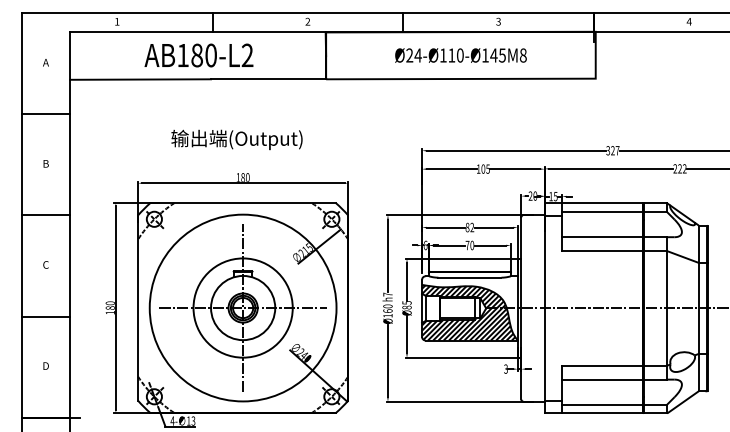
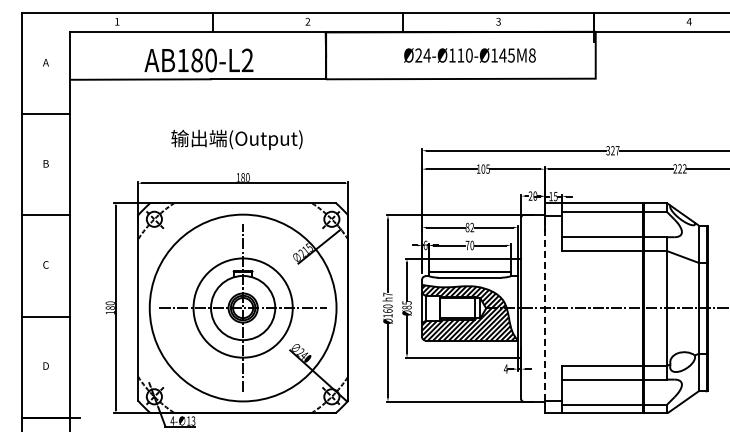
text at (198, 55) position: (198, 55) -> (198, 60)
text at (460, 55) position: (460, 55) -> (469, 55)
line at (544, 308): solid -> dashed
text at (505, 368): 3 -> 4
